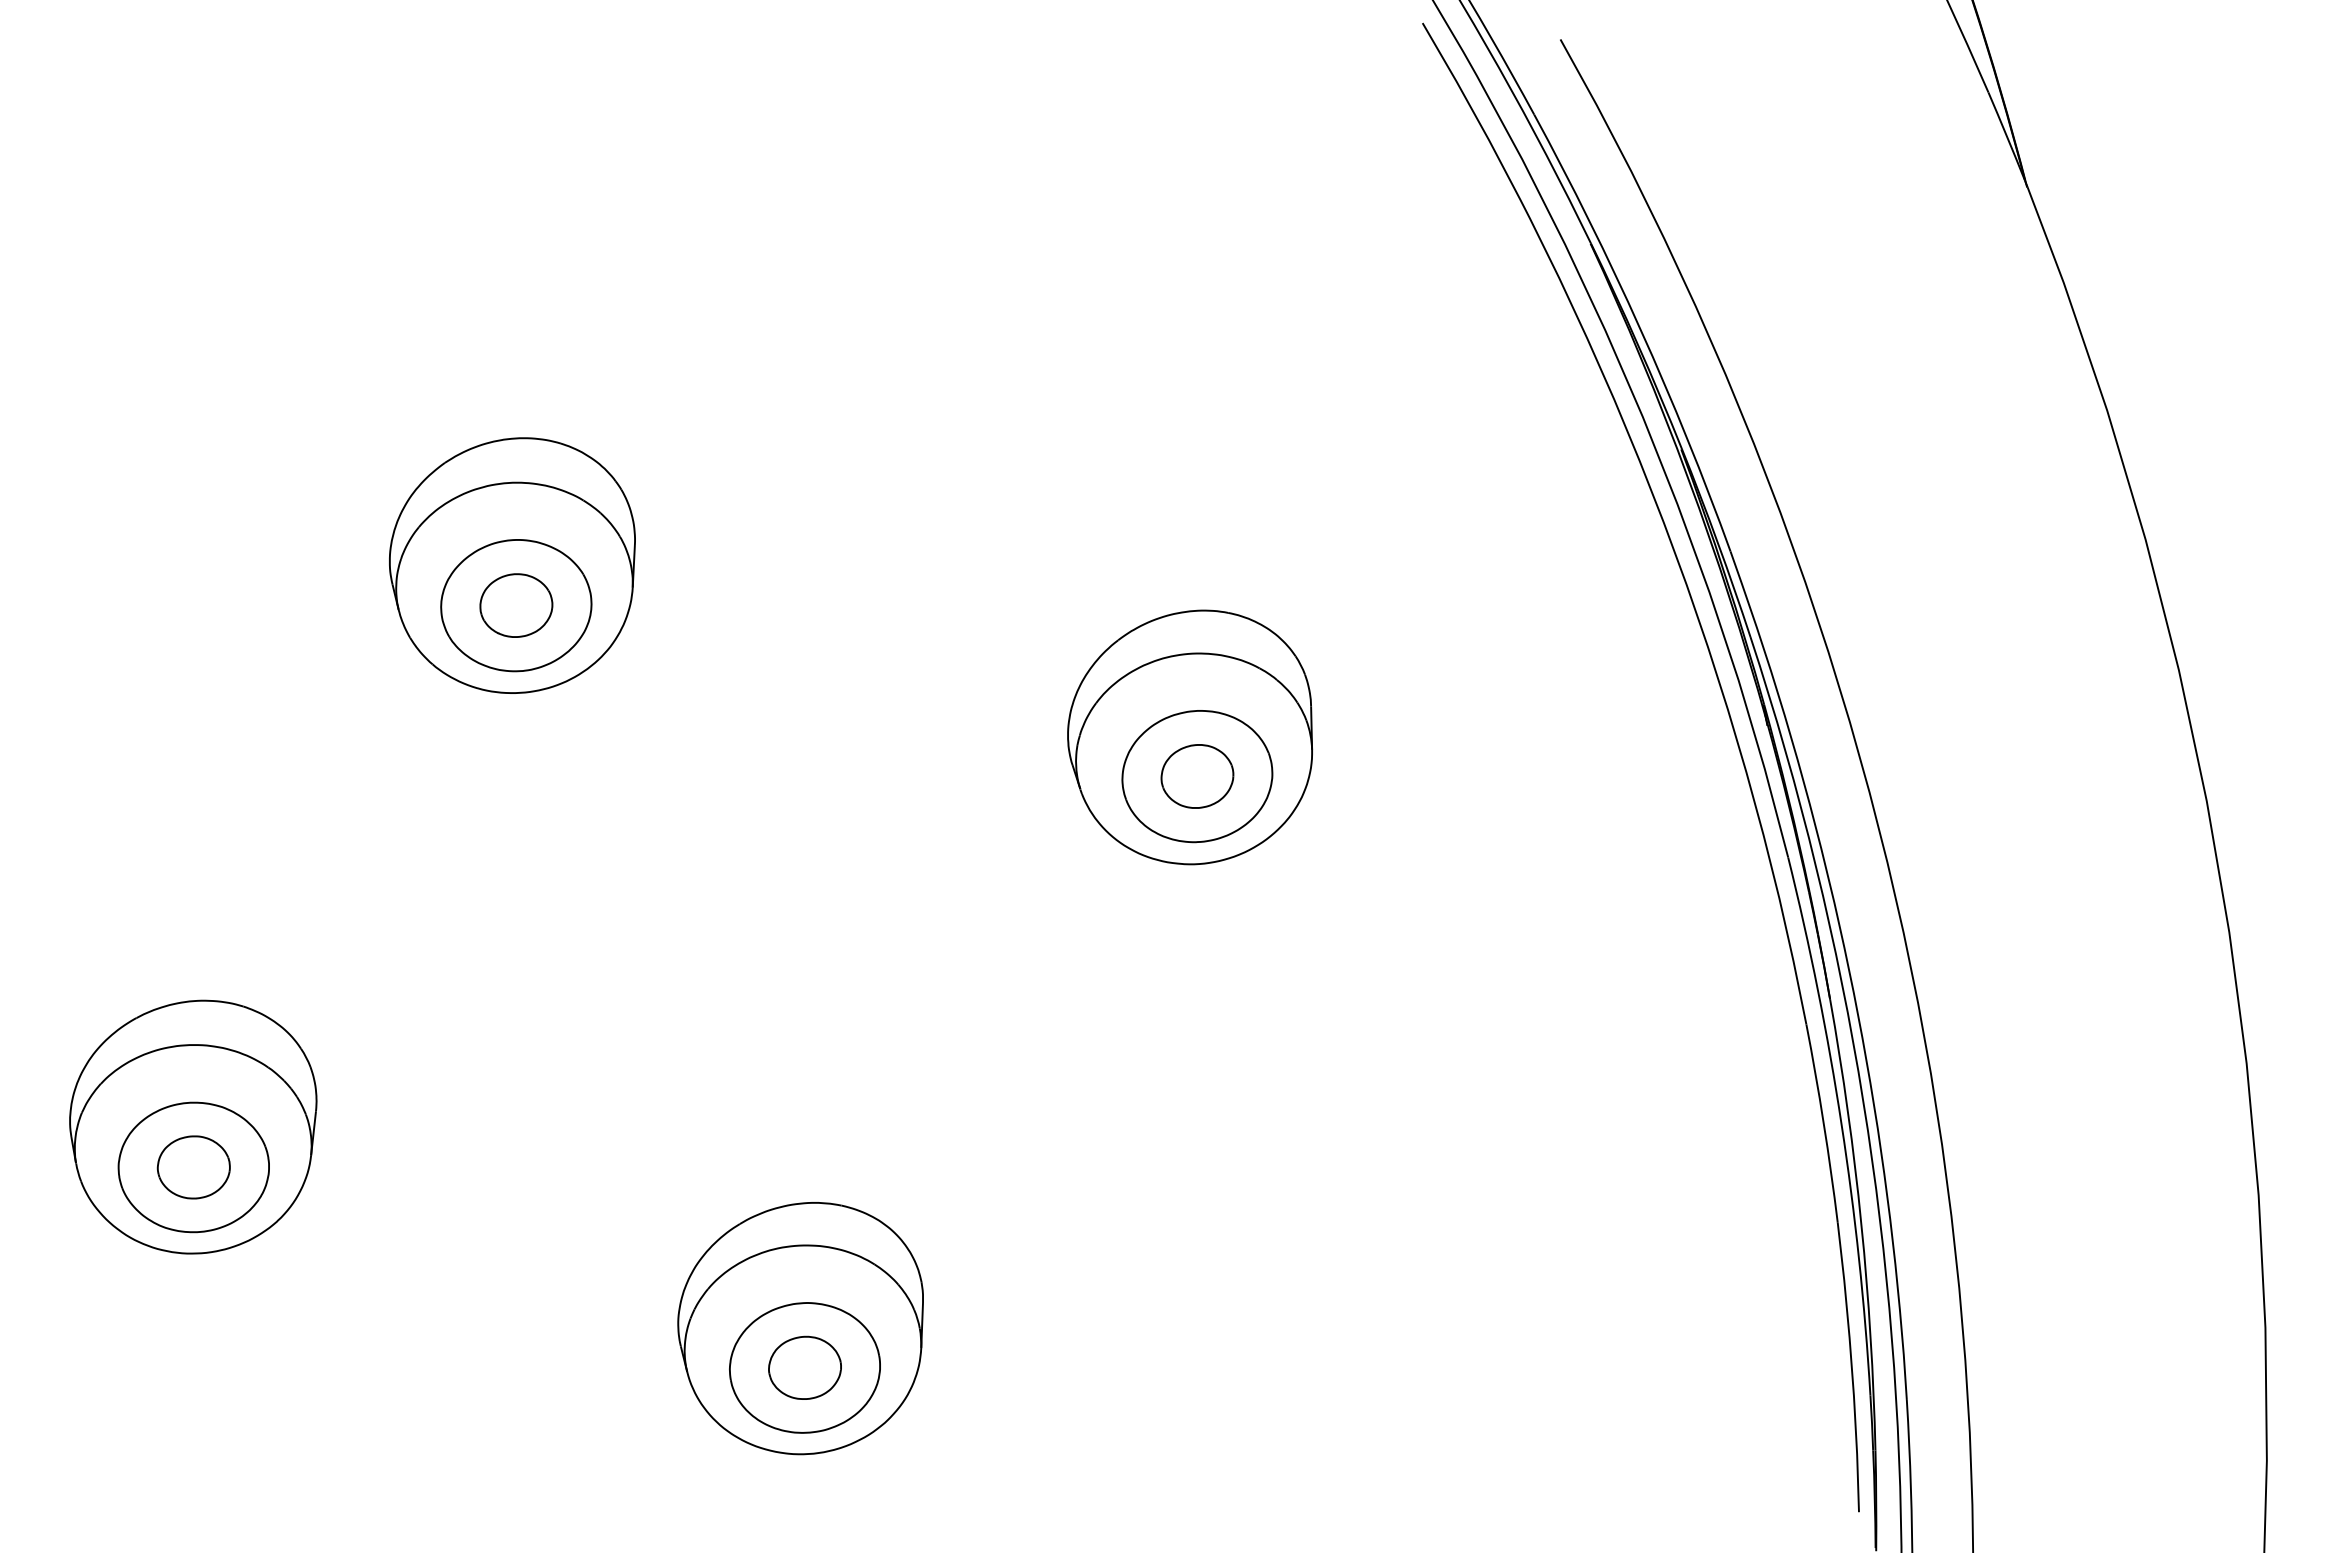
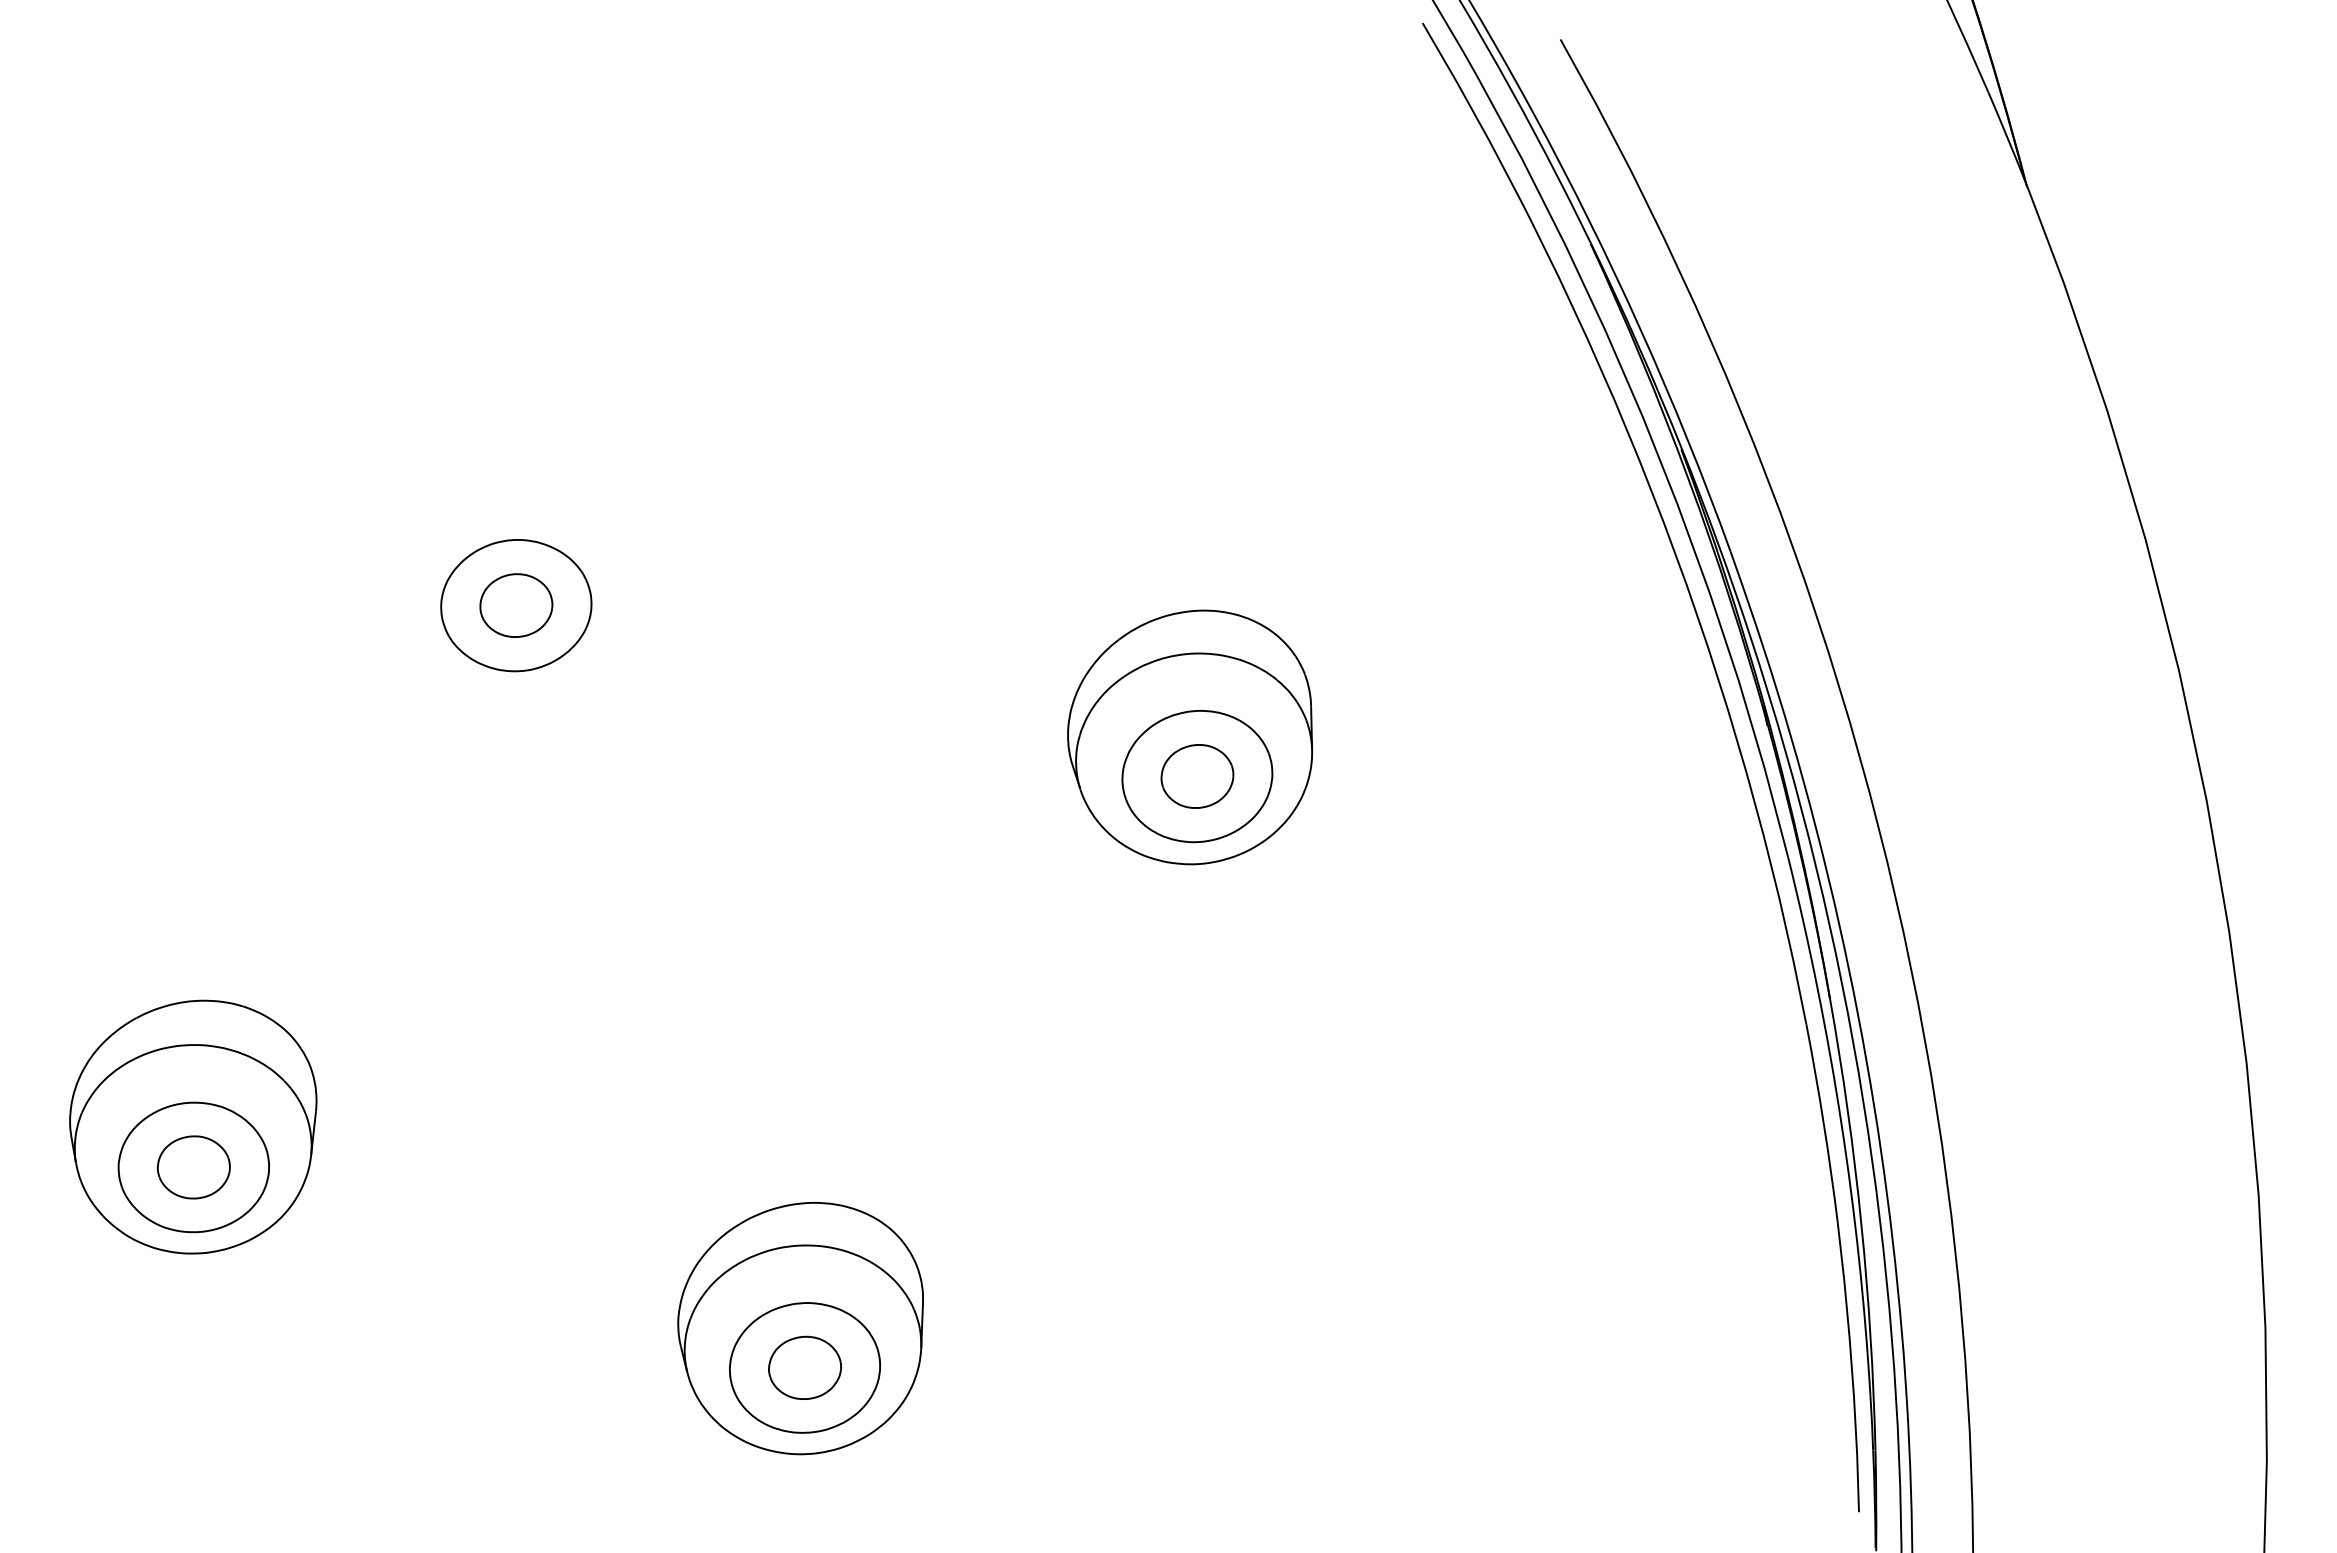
part at (512, 565): present -> none
